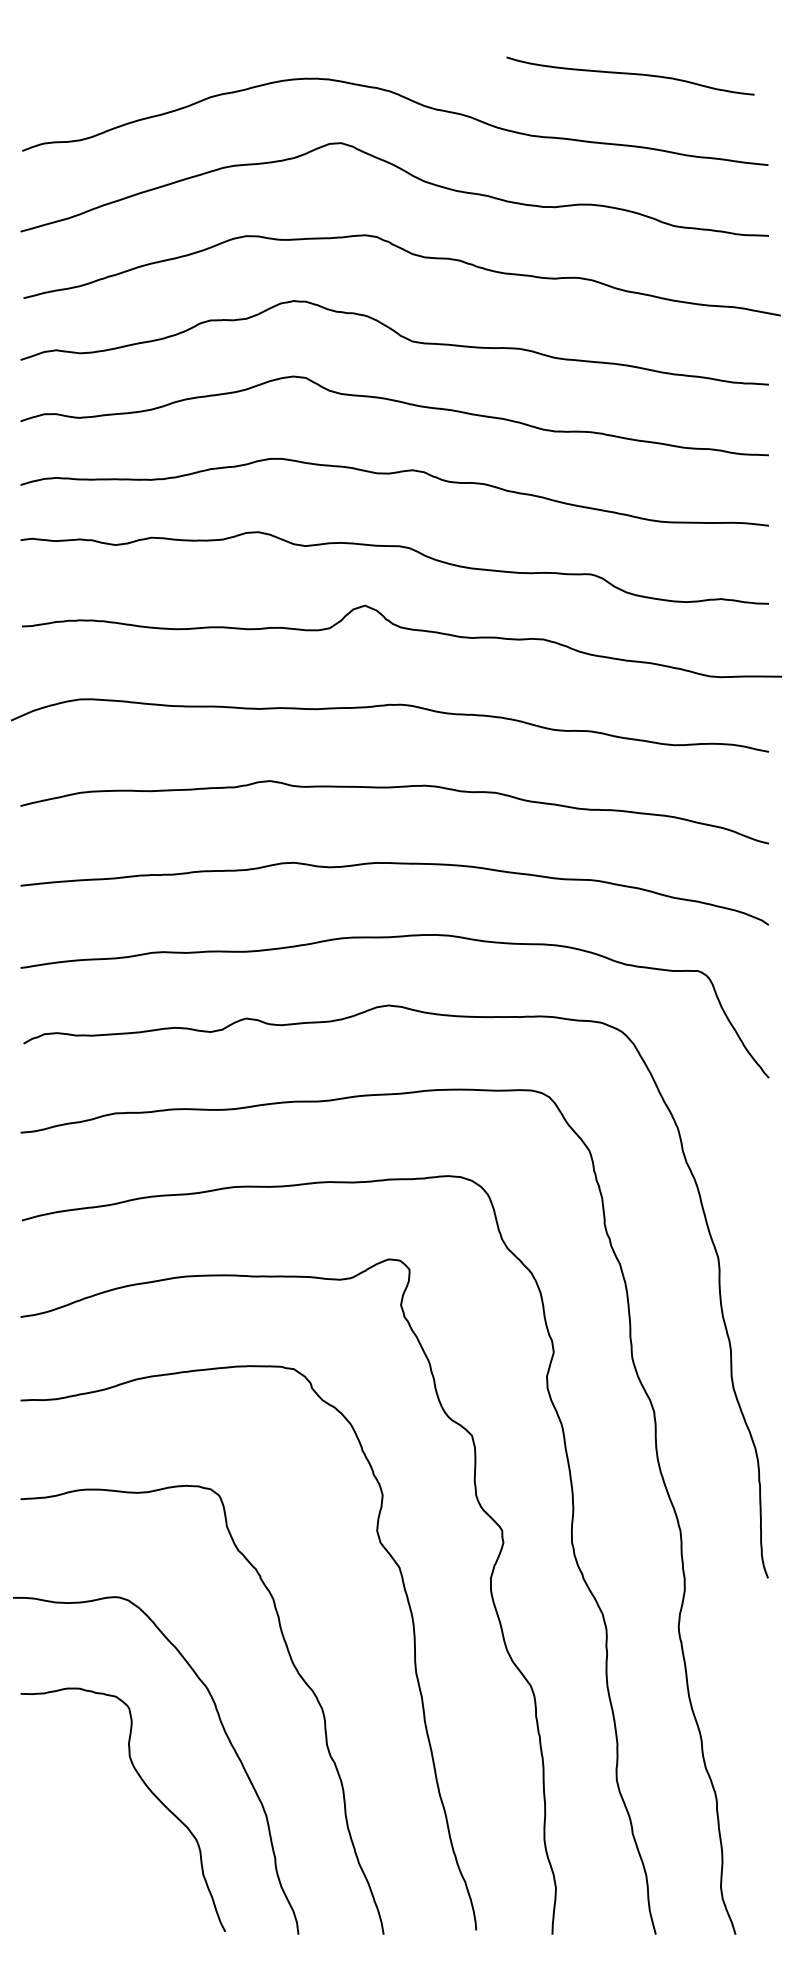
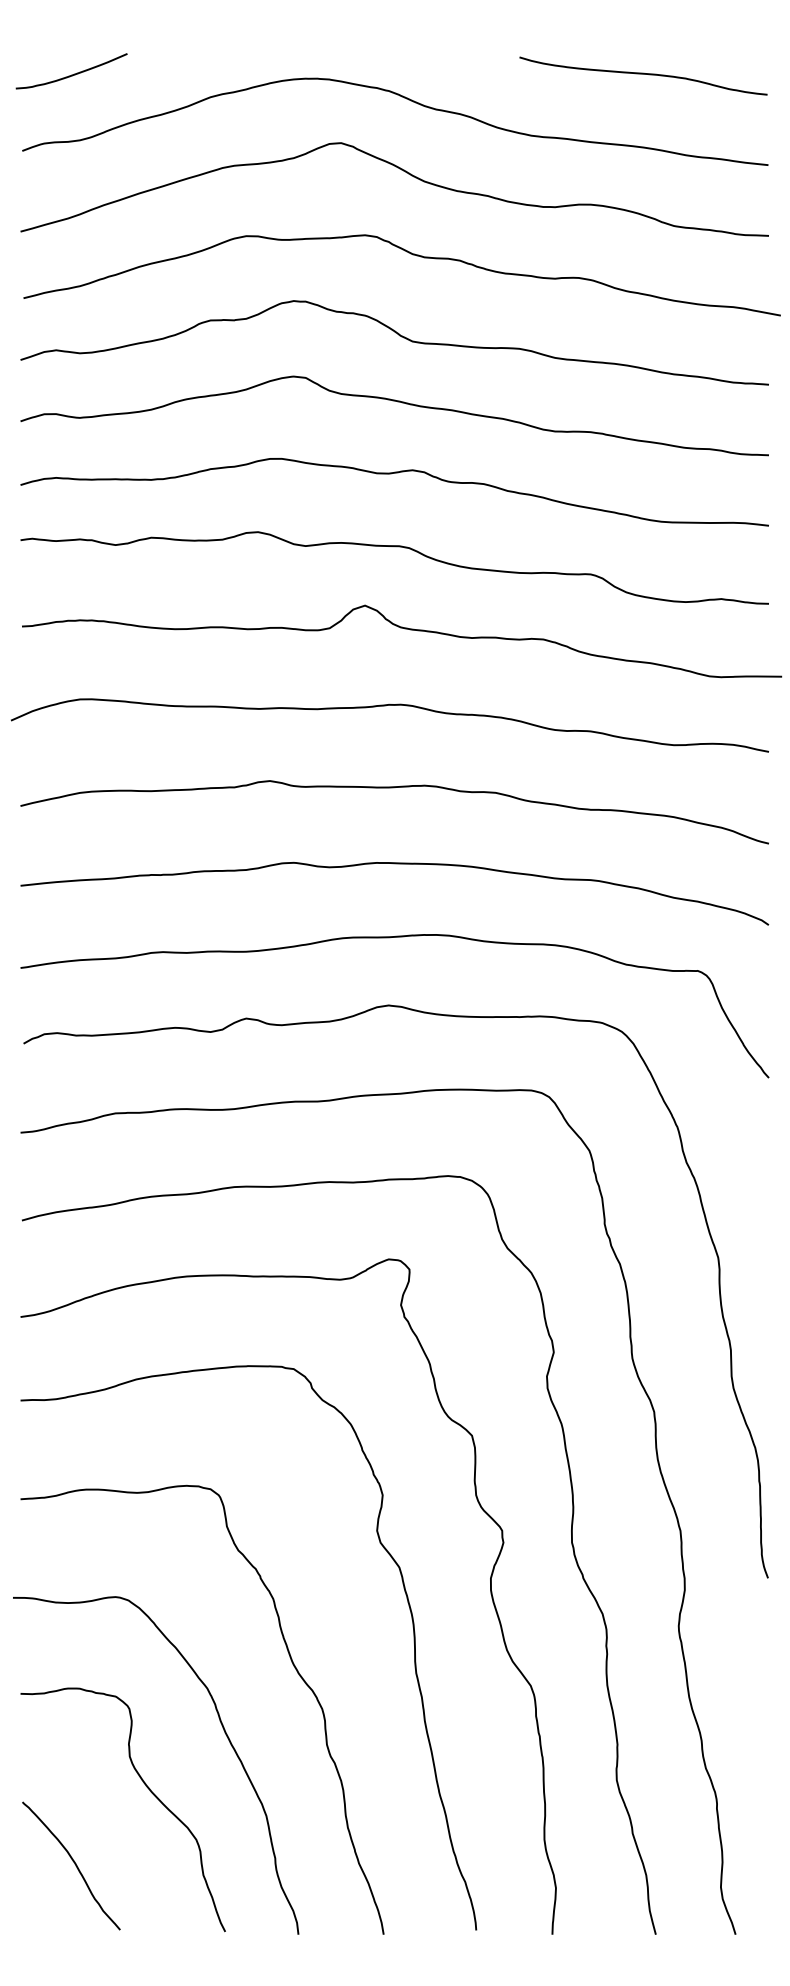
curve at (71, 74): none -> present
curve at (630, 74) position: (630, 74) -> (643, 74)
curve at (74, 1864): none -> present
